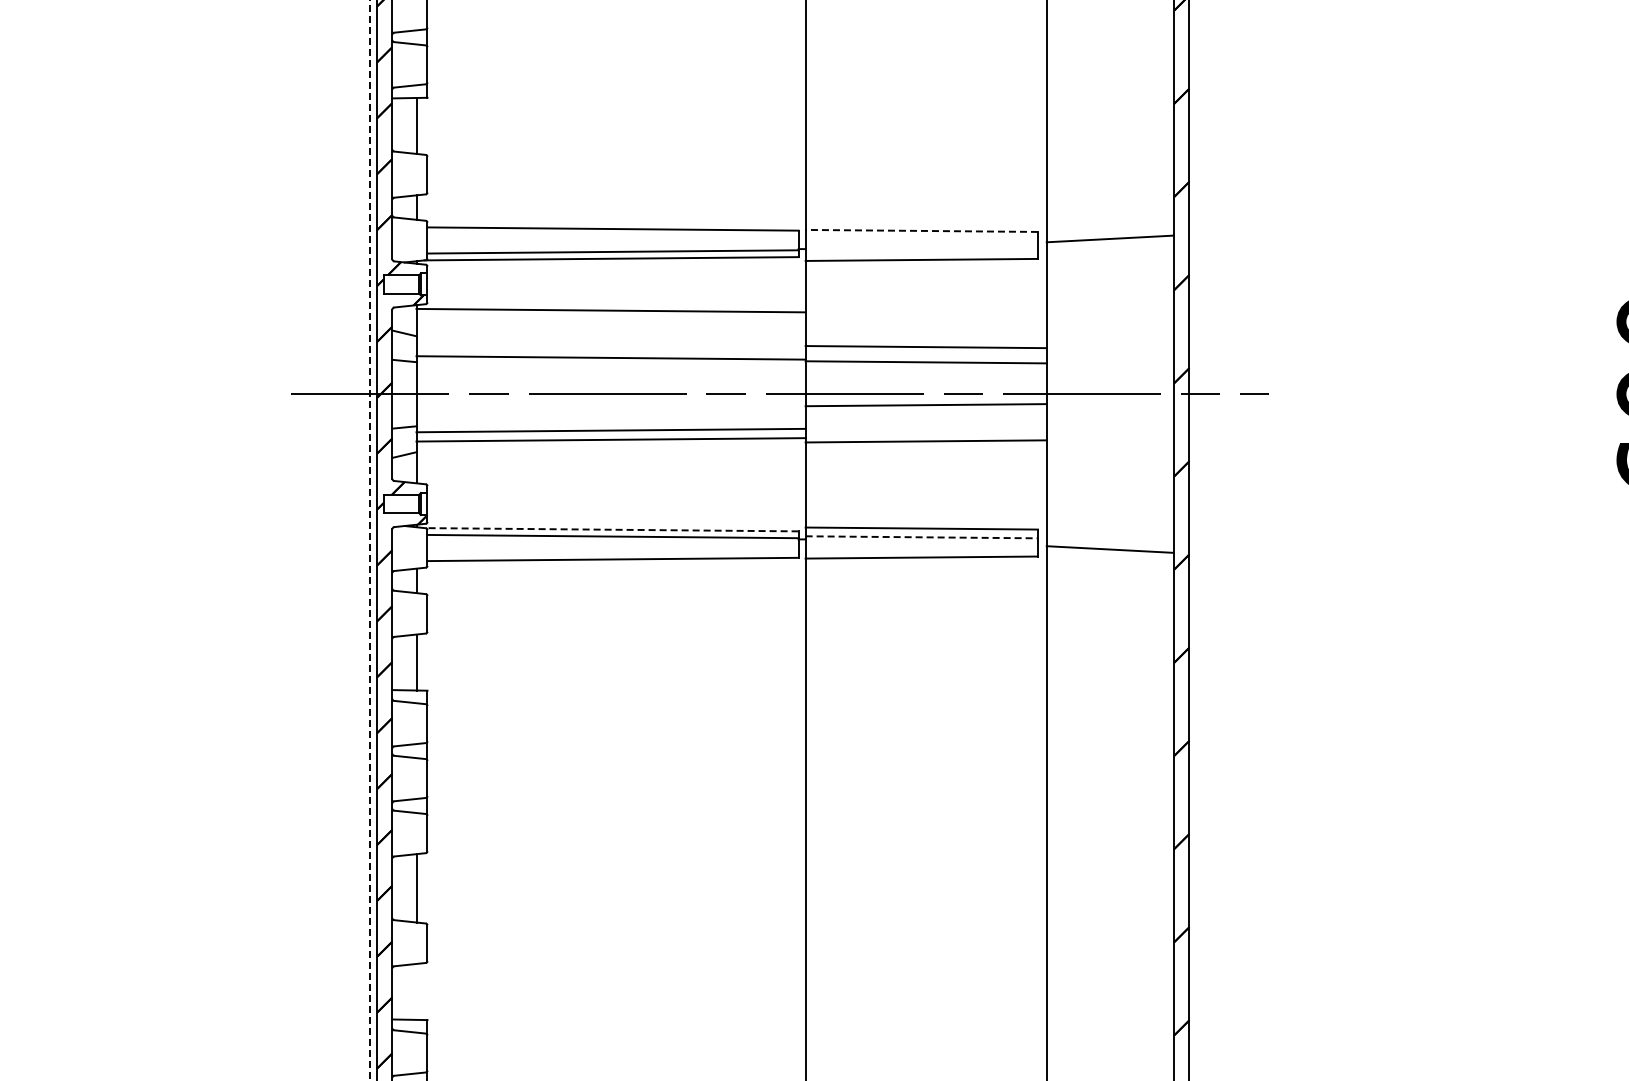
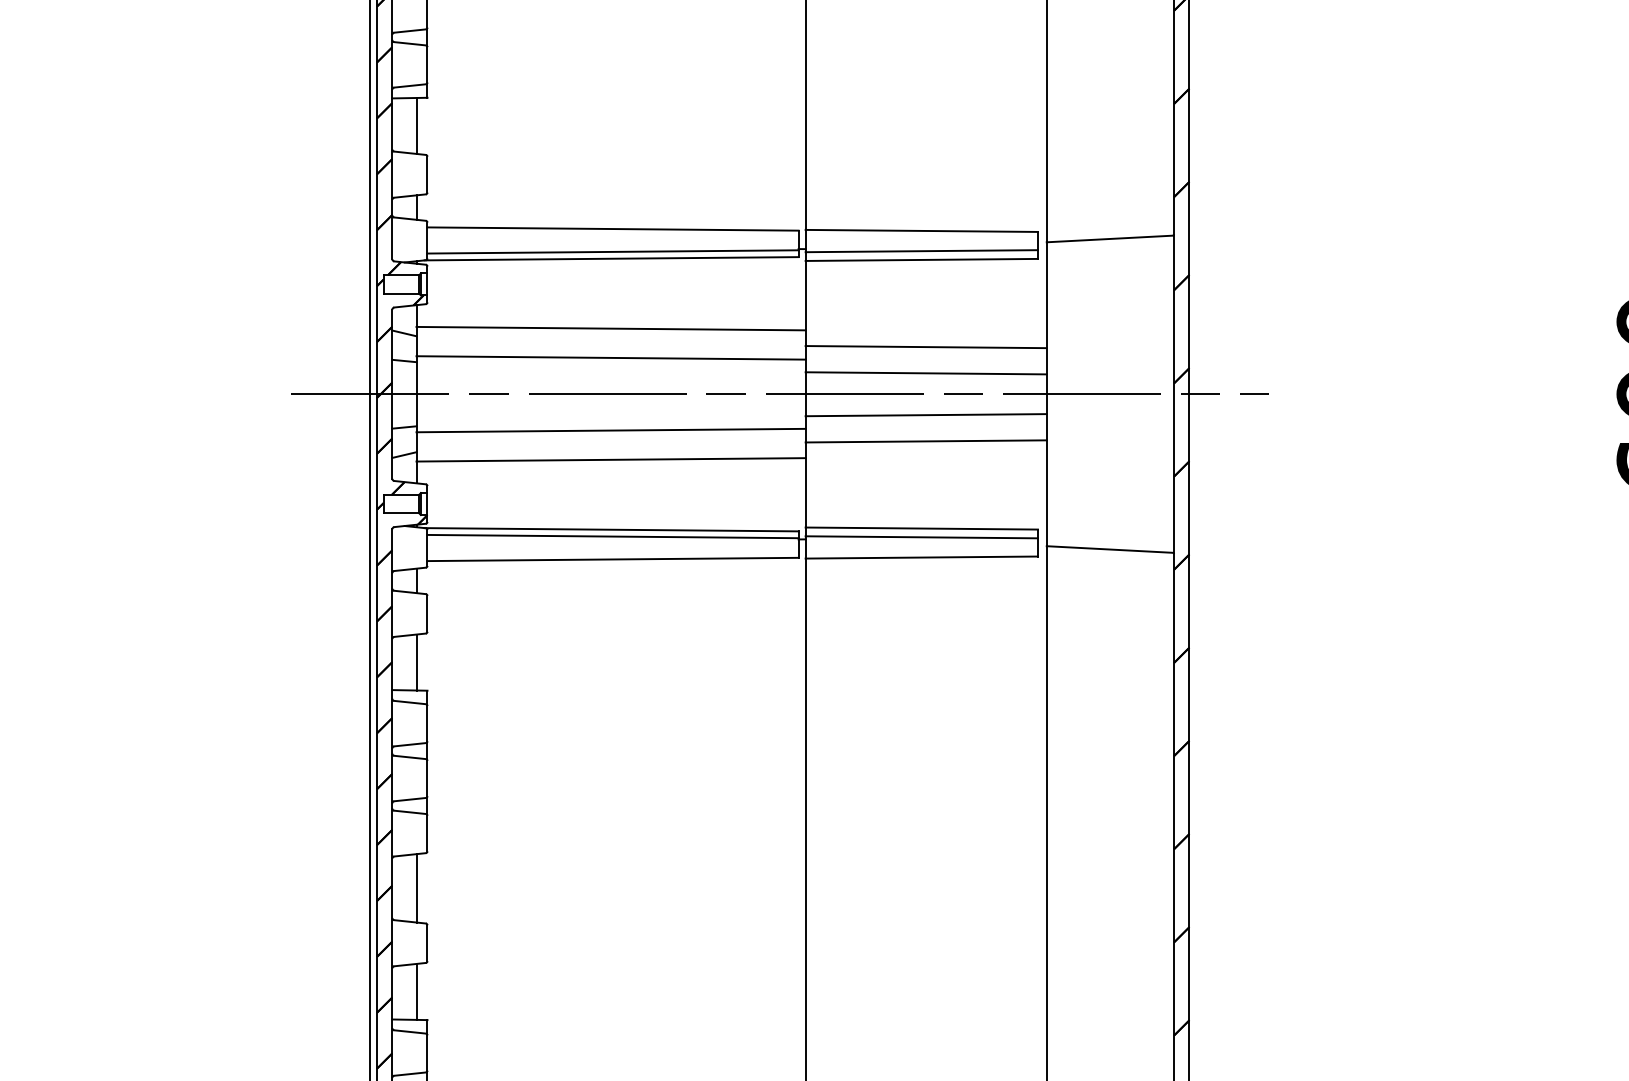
line at (921, 230): dashed -> solid
line at (921, 251): none -> present
line at (610, 310) position: (610, 310) -> (610, 328)
line at (925, 362) position: (925, 362) -> (925, 373)
line at (925, 405) position: (925, 405) -> (925, 415)
line at (610, 439) position: (610, 439) -> (610, 459)
line at (611, 529): dashed -> solid
line at (922, 537): dashed -> solid
line at (370, 540): dashed -> solid
line at (416, 991): none -> present
